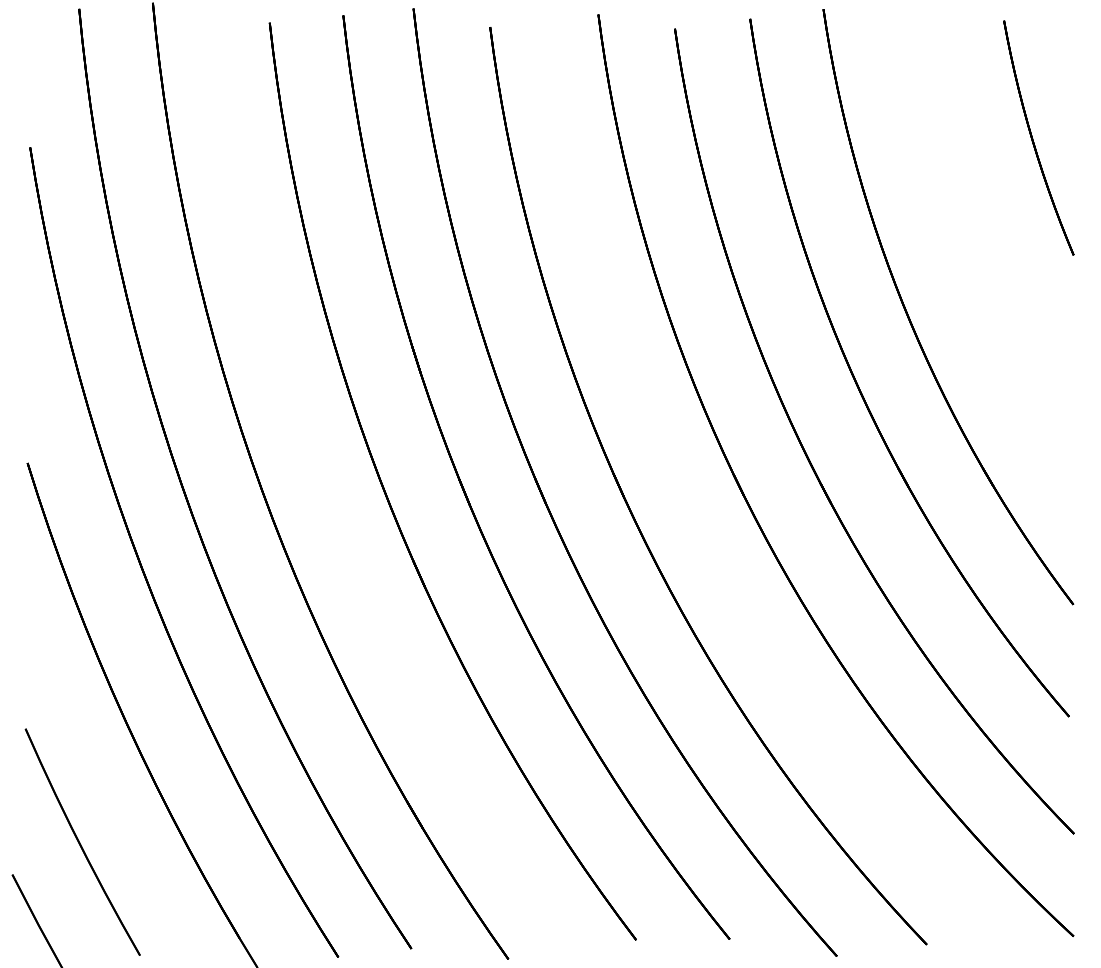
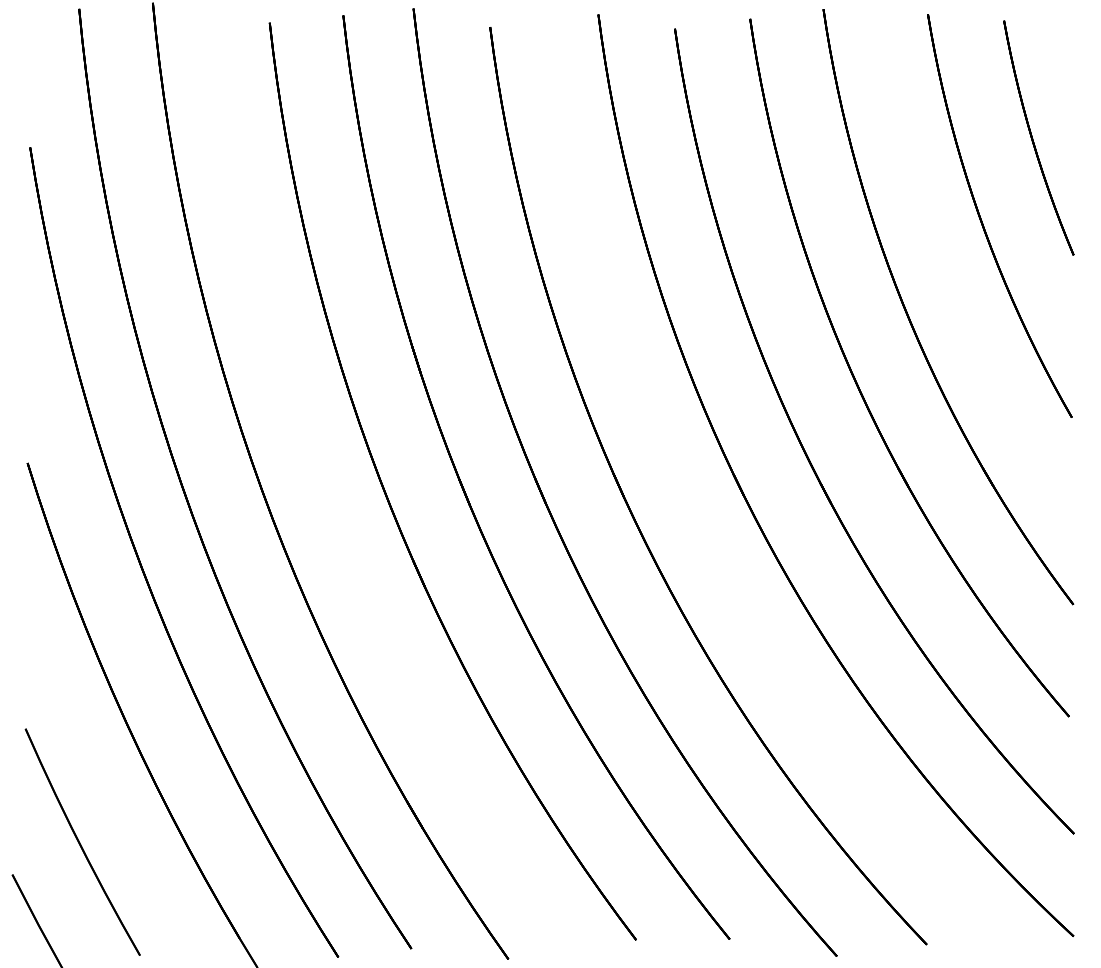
part at (982, 220): none -> present
